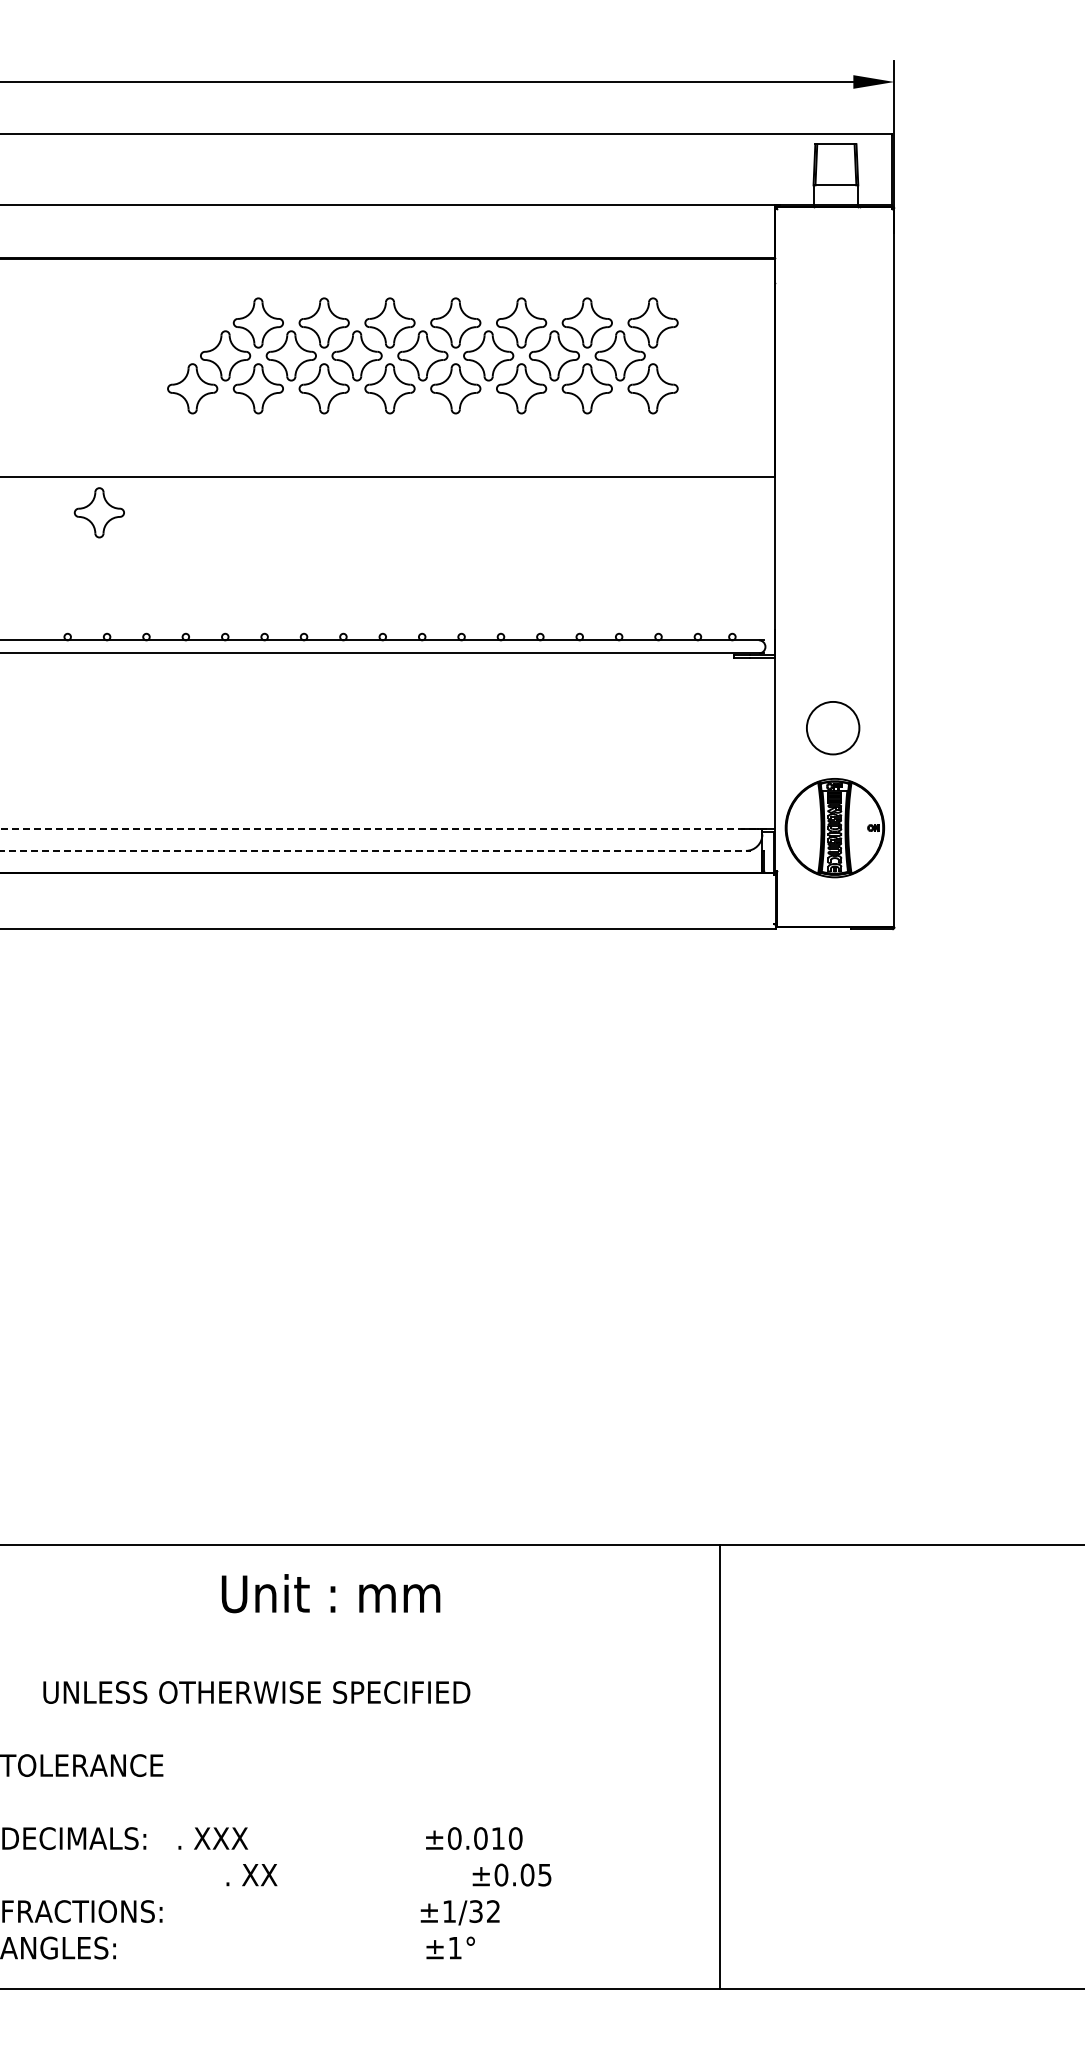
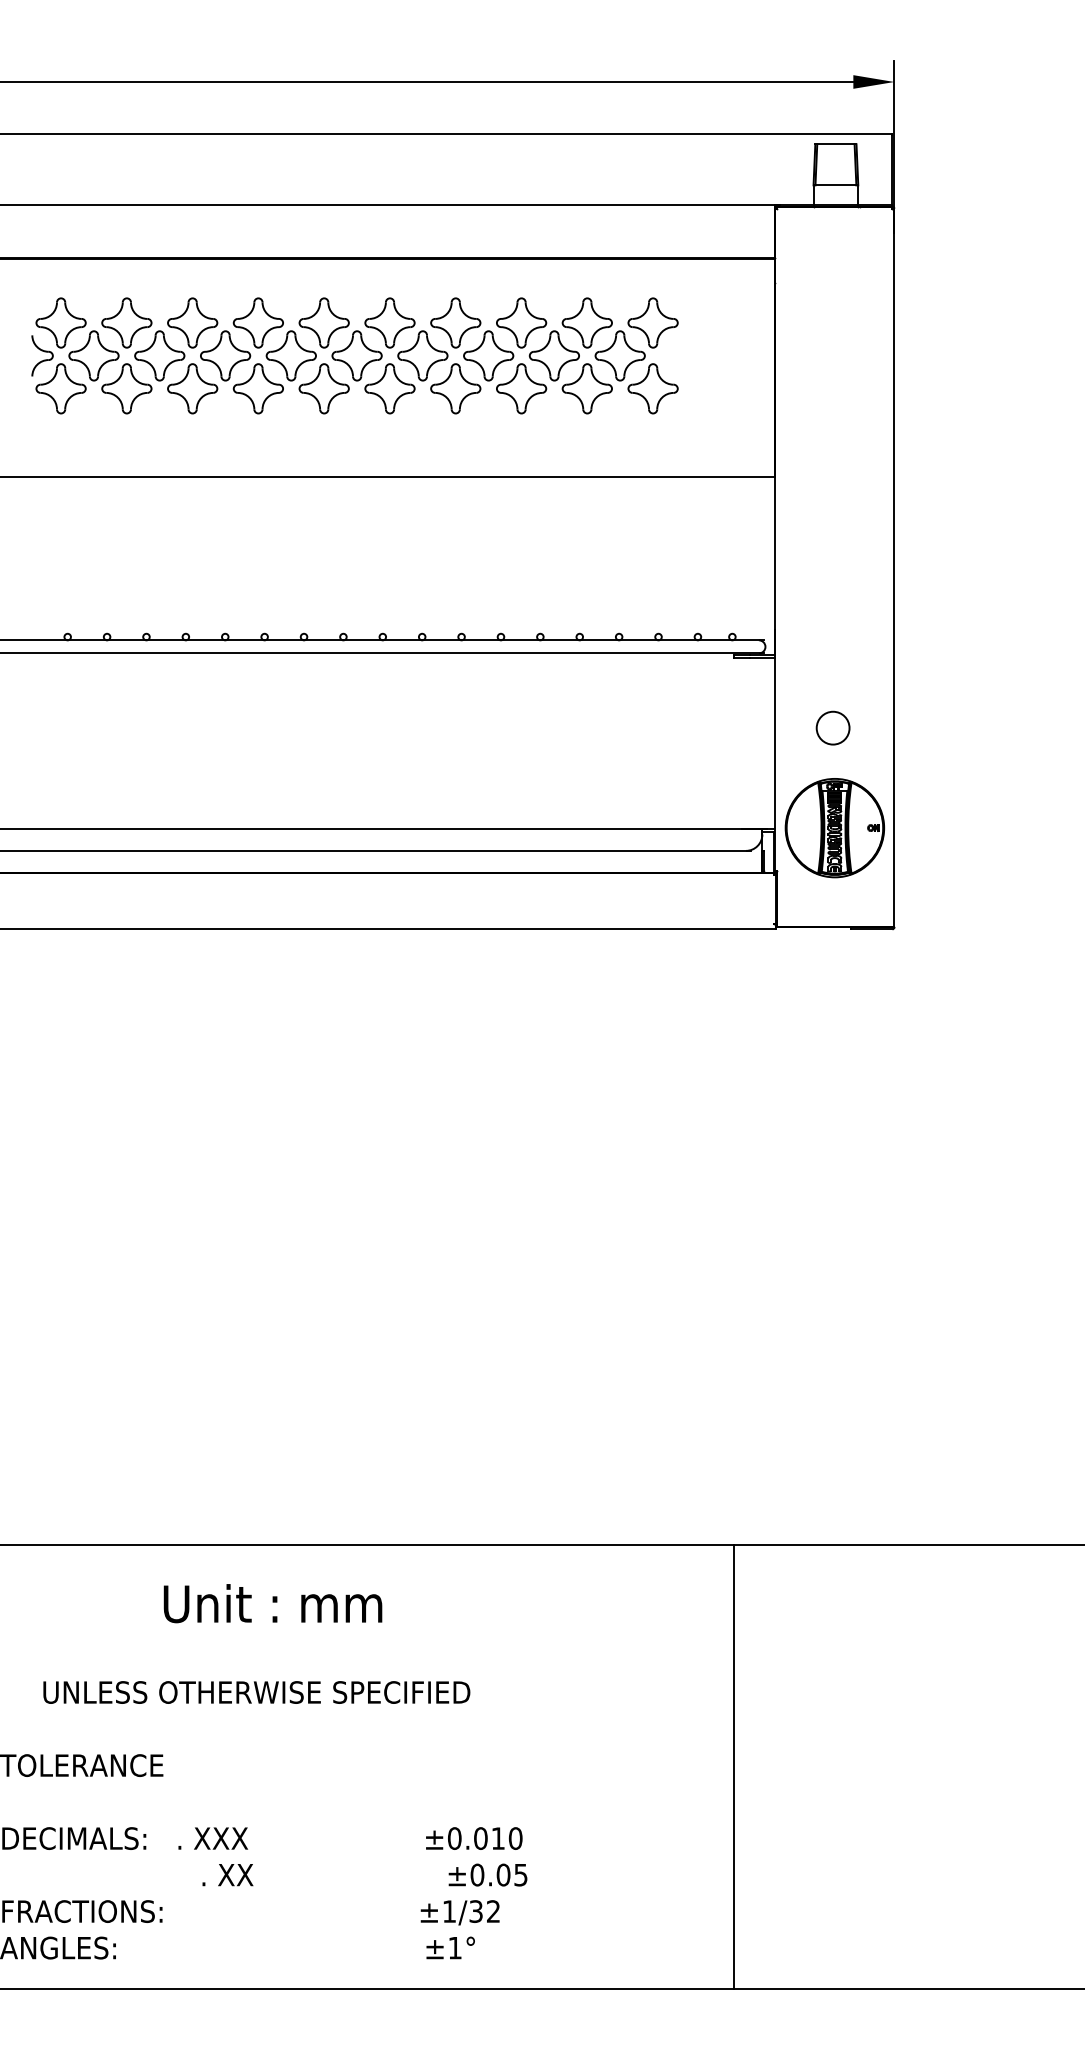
part at (124, 355): none -> present
part at (98, 512): present -> none
circle at (832, 727) diameter: 53 px -> 33 px
line at (383, 829): dashed -> solid
line at (376, 850): dashed -> solid
text at (330, 1593) position: (330, 1593) -> (272, 1603)
line at (720, 1766) position: (720, 1766) -> (734, 1766)
text at (388, 1874) position: (388, 1874) -> (364, 1874)
